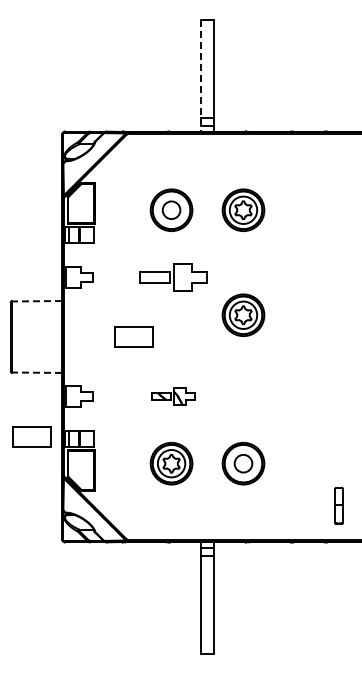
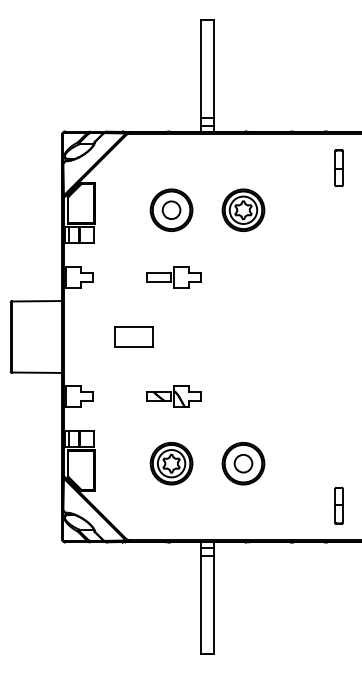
line at (200, 75): dashed -> solid
part at (338, 168): none -> present
part at (173, 277) size: 69x29 px -> 56x23 px
line at (36, 301): dashed -> solid
part at (243, 314): present -> none
line at (36, 372): dashed -> solid
part at (173, 396) size: 45x19 px -> 56x23 px
part at (31, 436): present -> none
